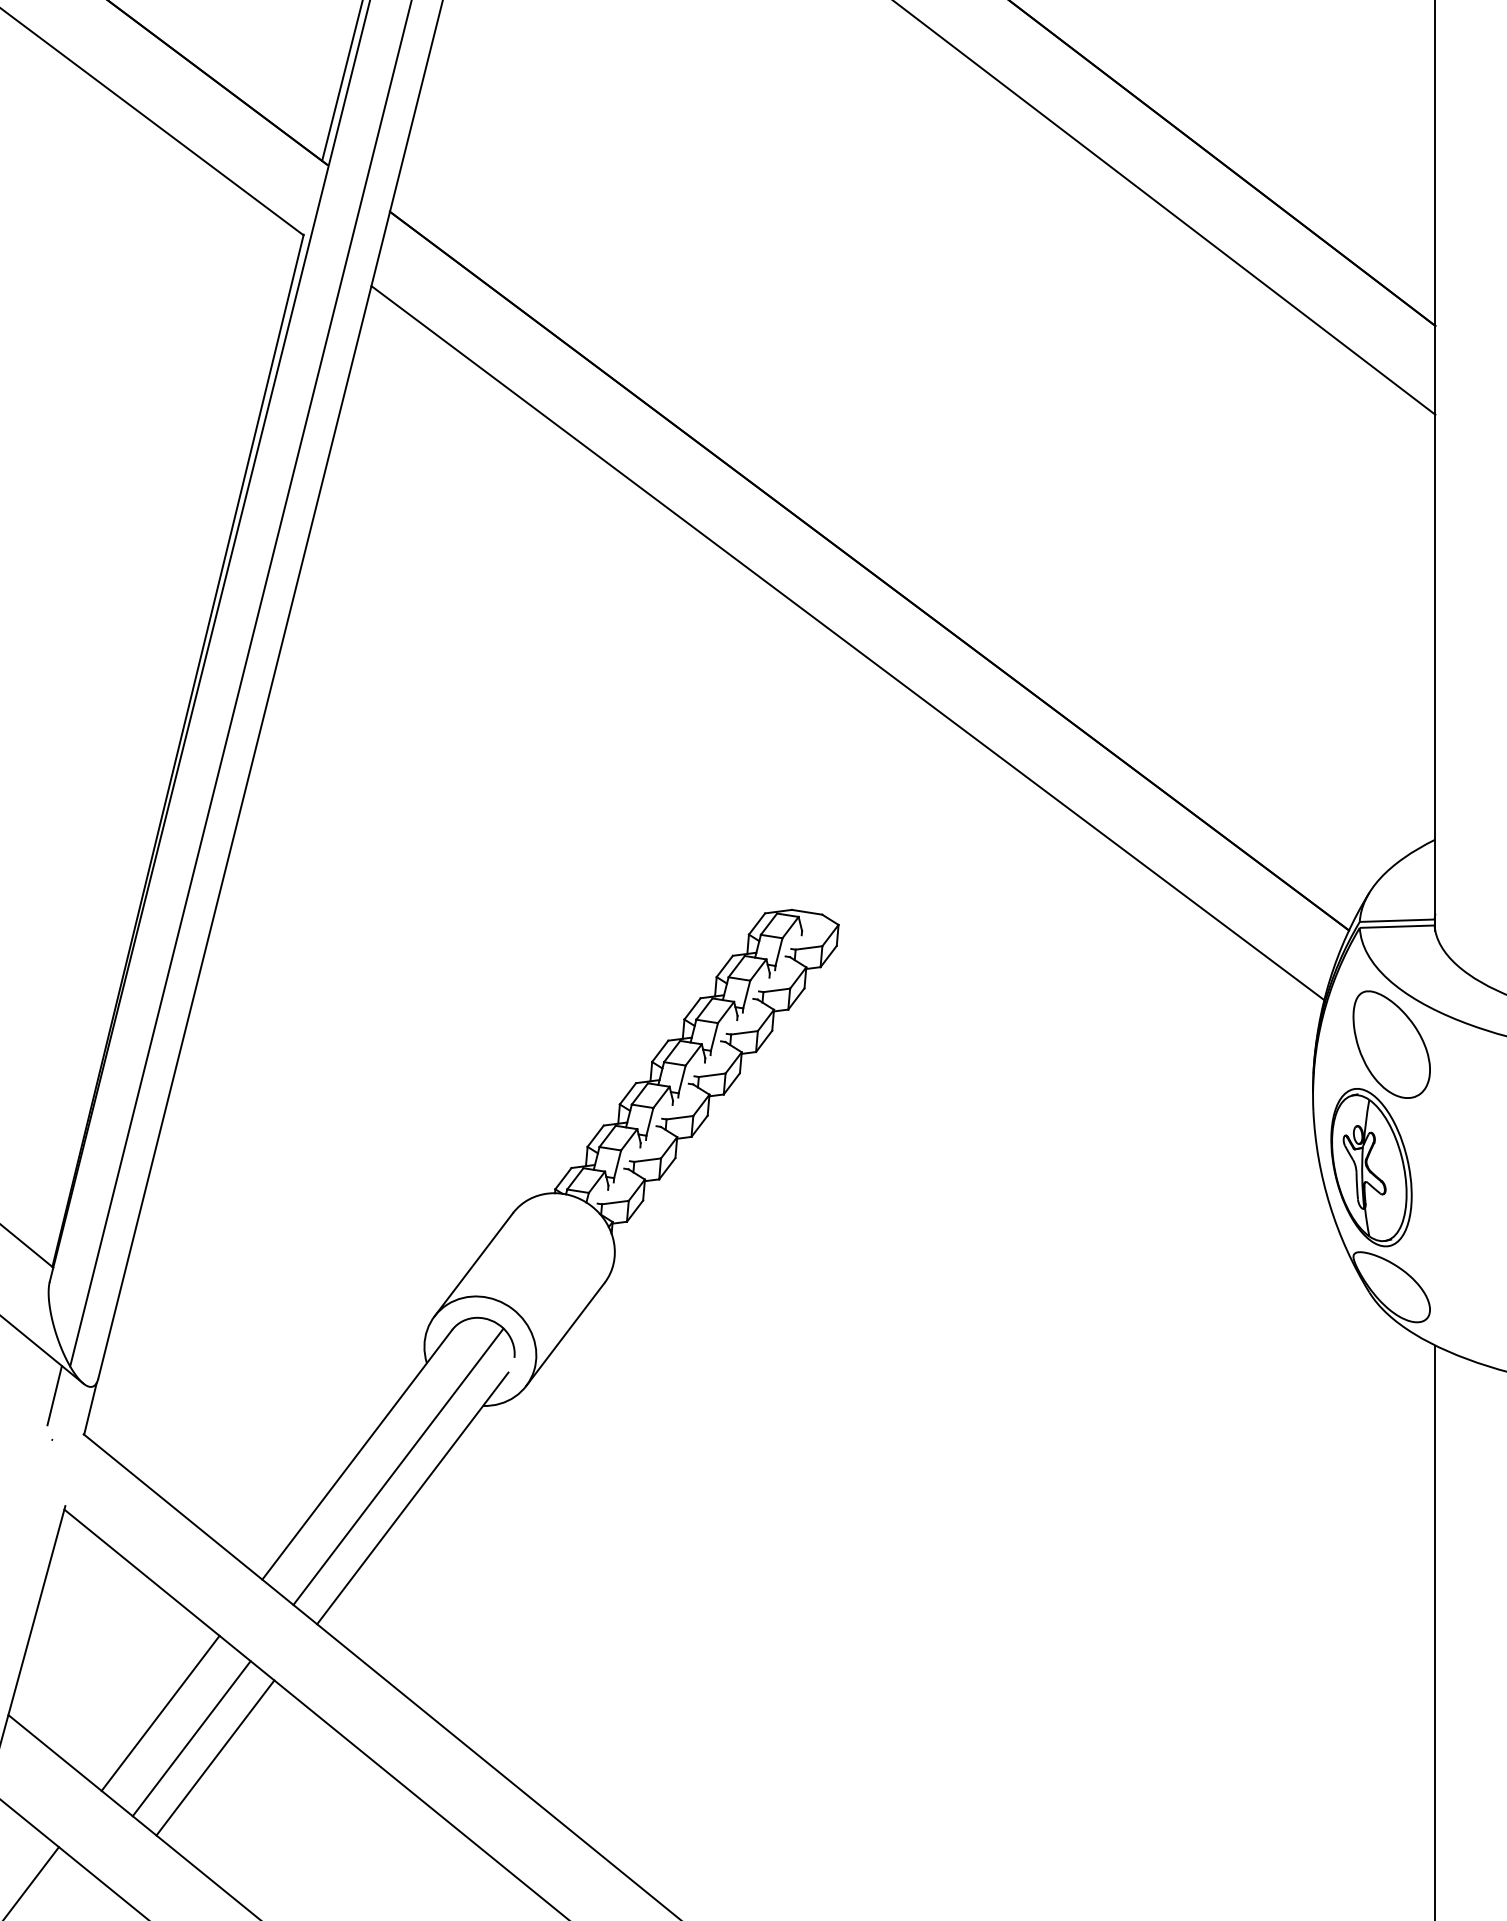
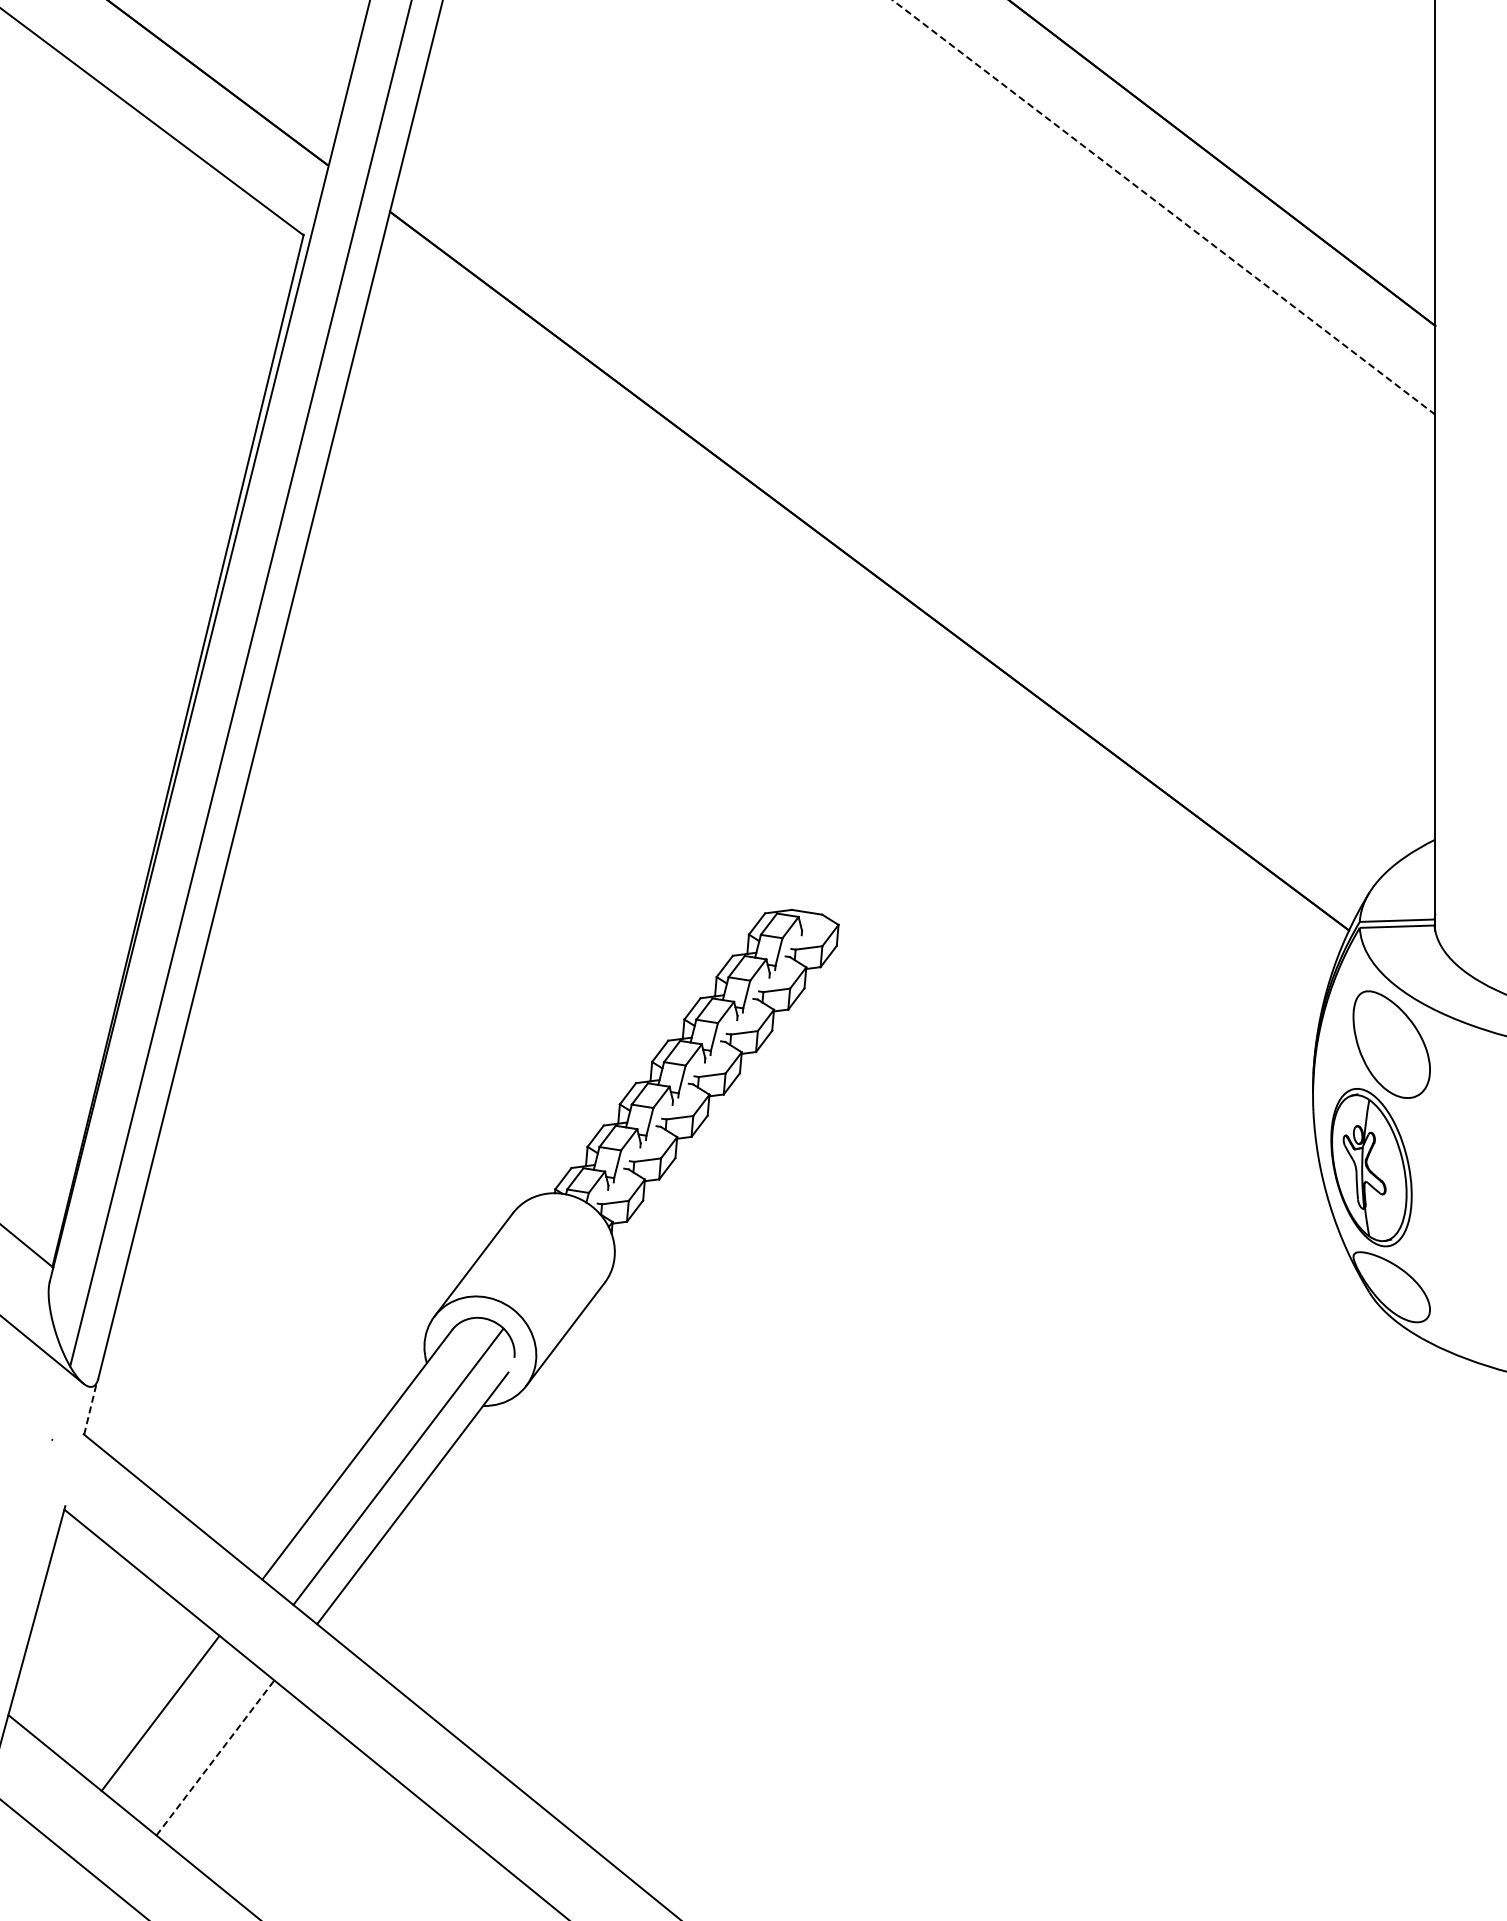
line at (342, 81): present -> none
line at (1163, 207): solid -> dashed
line at (847, 643): present -> none
line at (54, 1395): present -> none
line at (90, 1408): solid -> dashed
line at (1435, 1631): present -> none
line at (191, 1738): present -> none
line at (215, 1757): solid -> dashed
line at (31, 1882): present -> none
